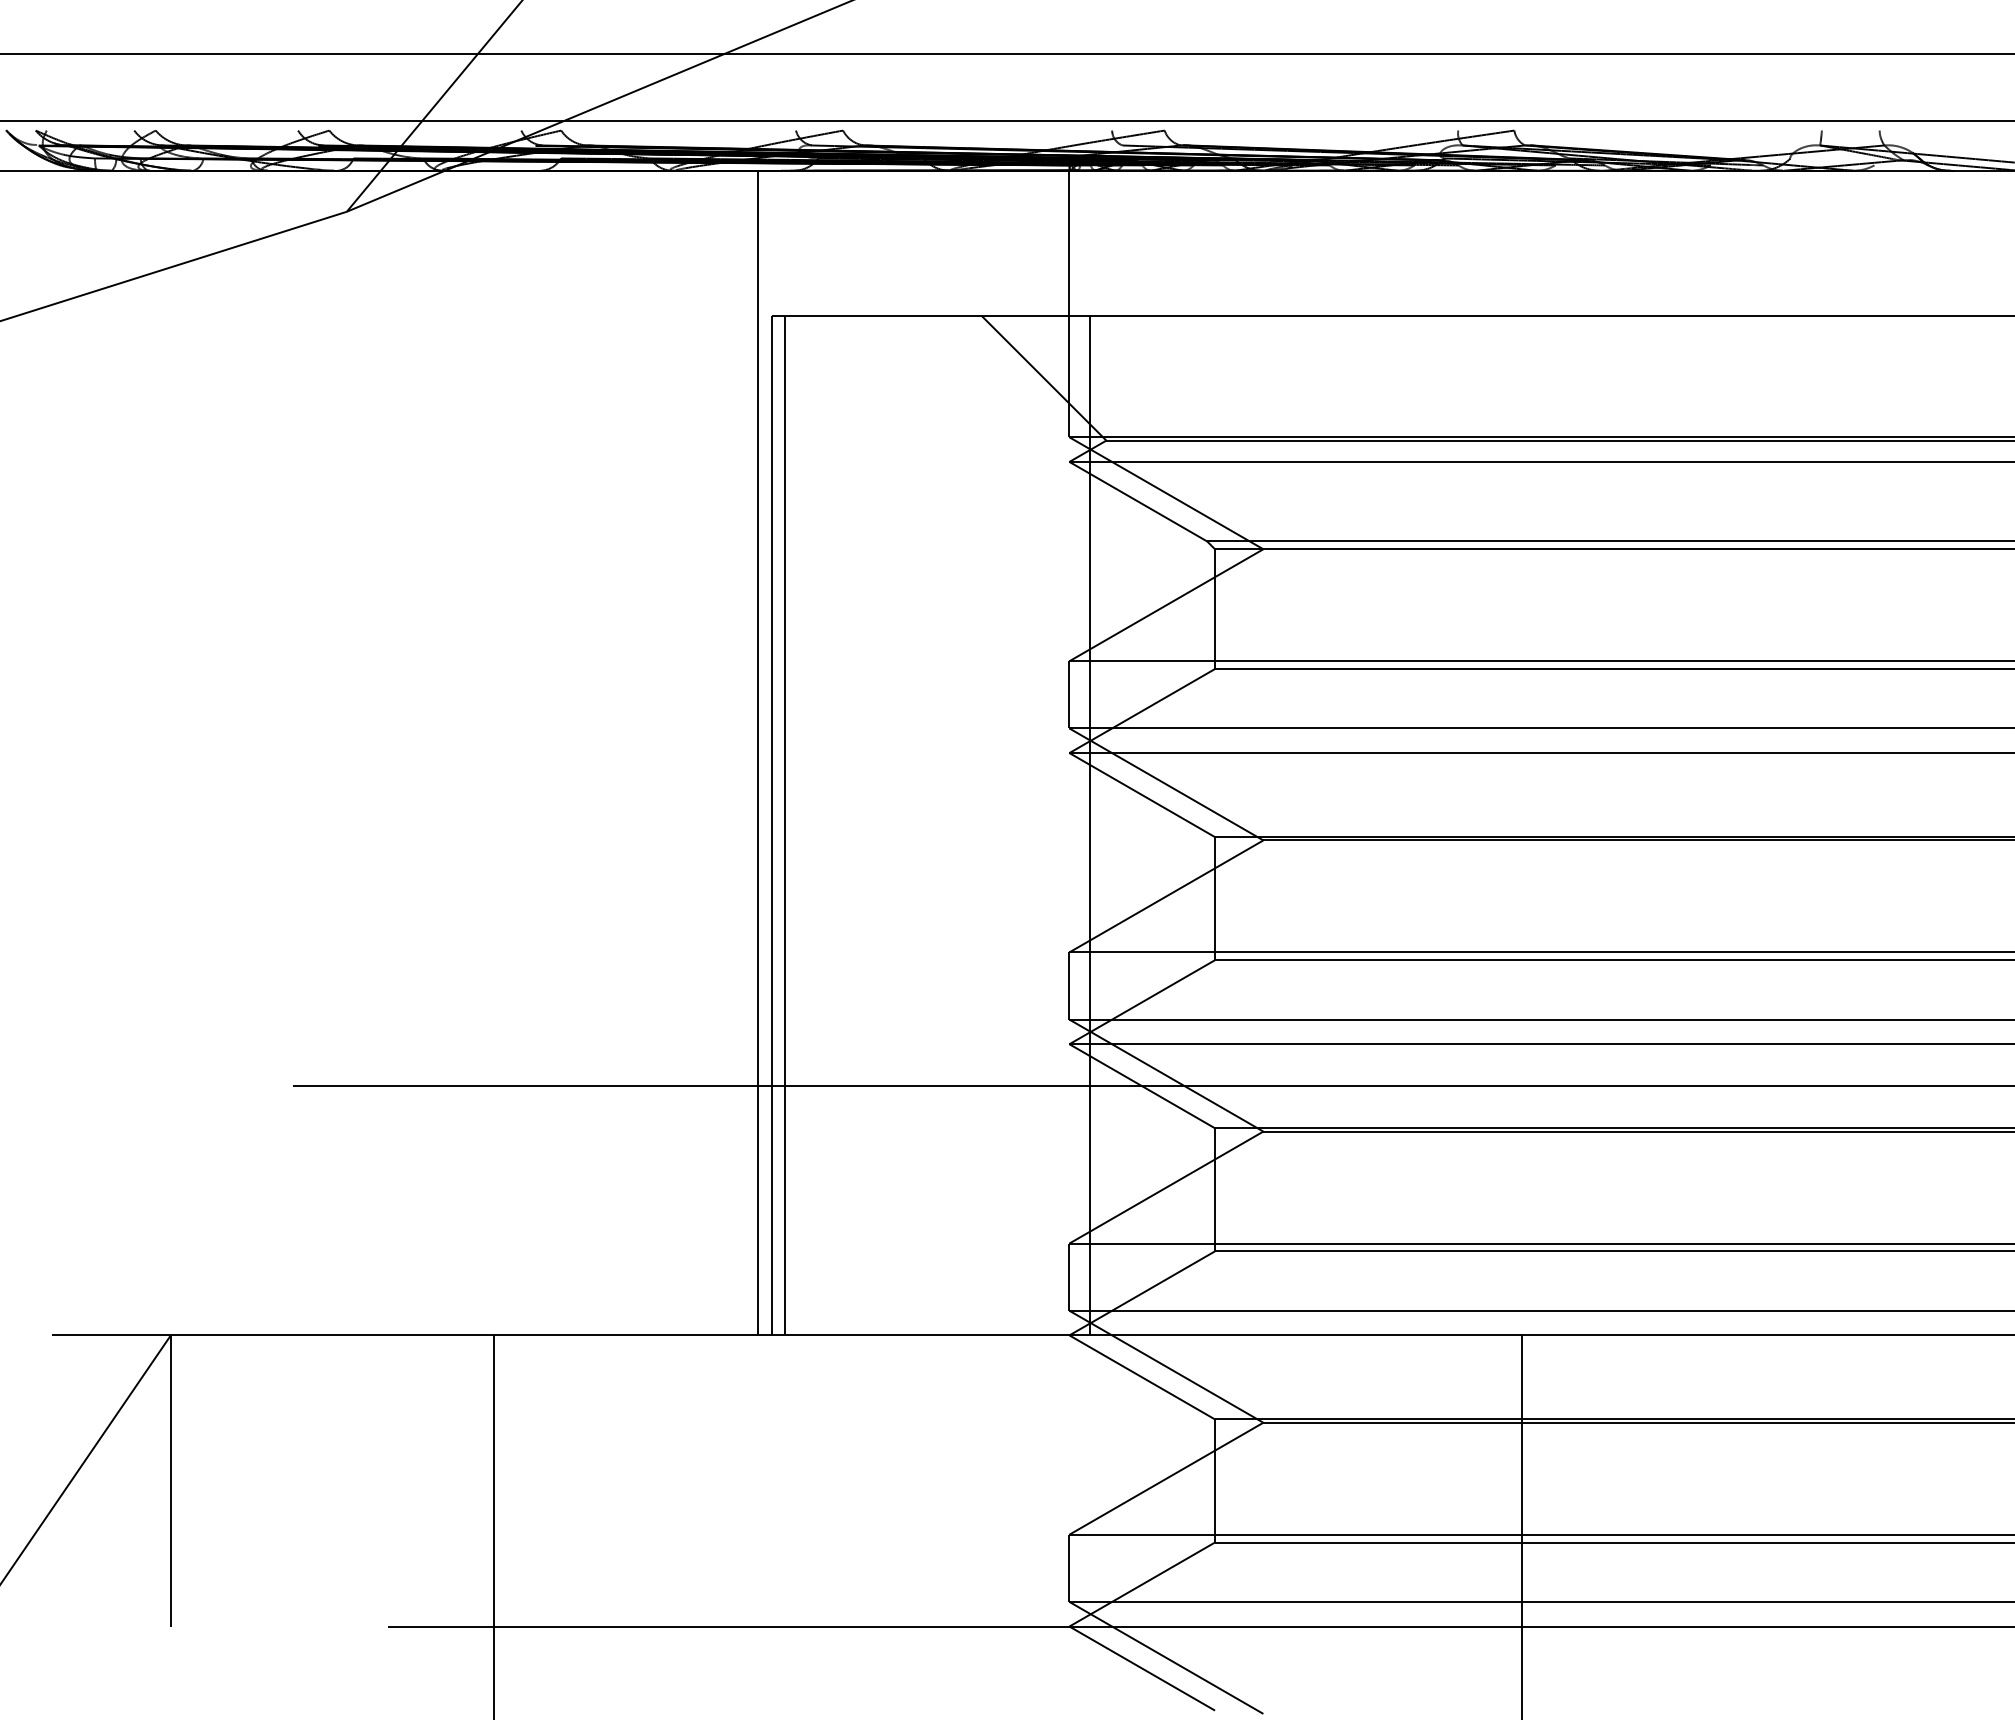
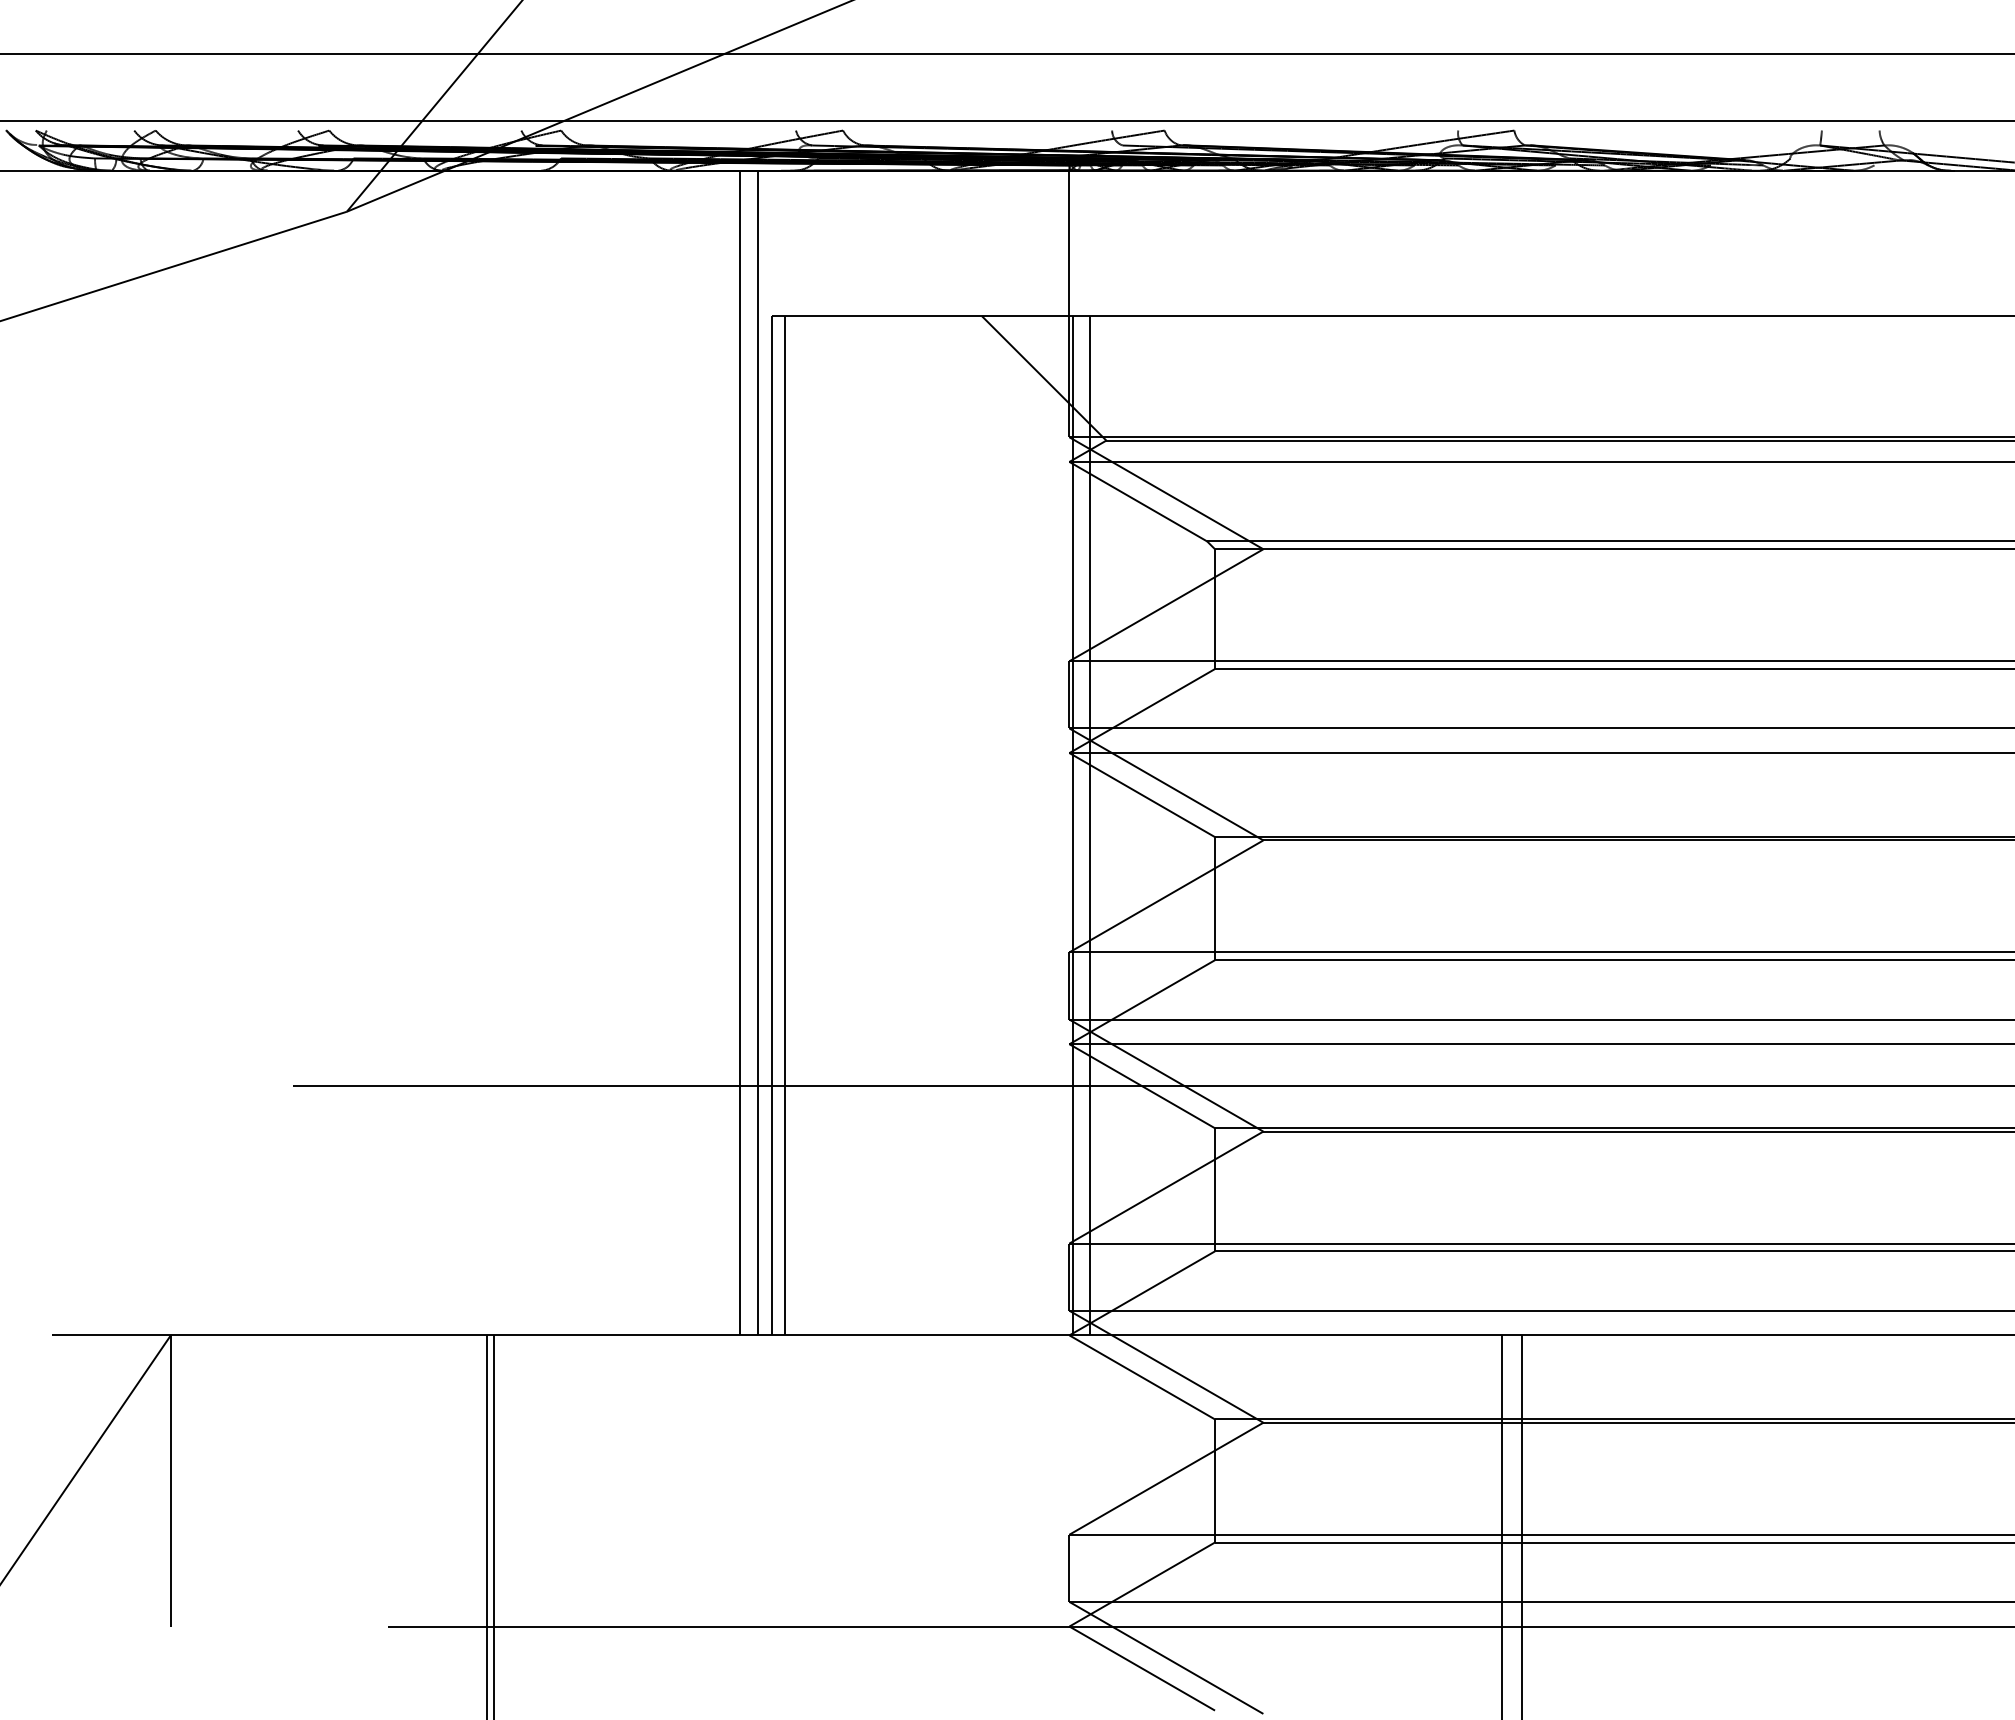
line at (740, 752): none -> present
line at (1073, 825): none -> present
line at (487, 1525): none -> present
line at (1502, 1525): none -> present
